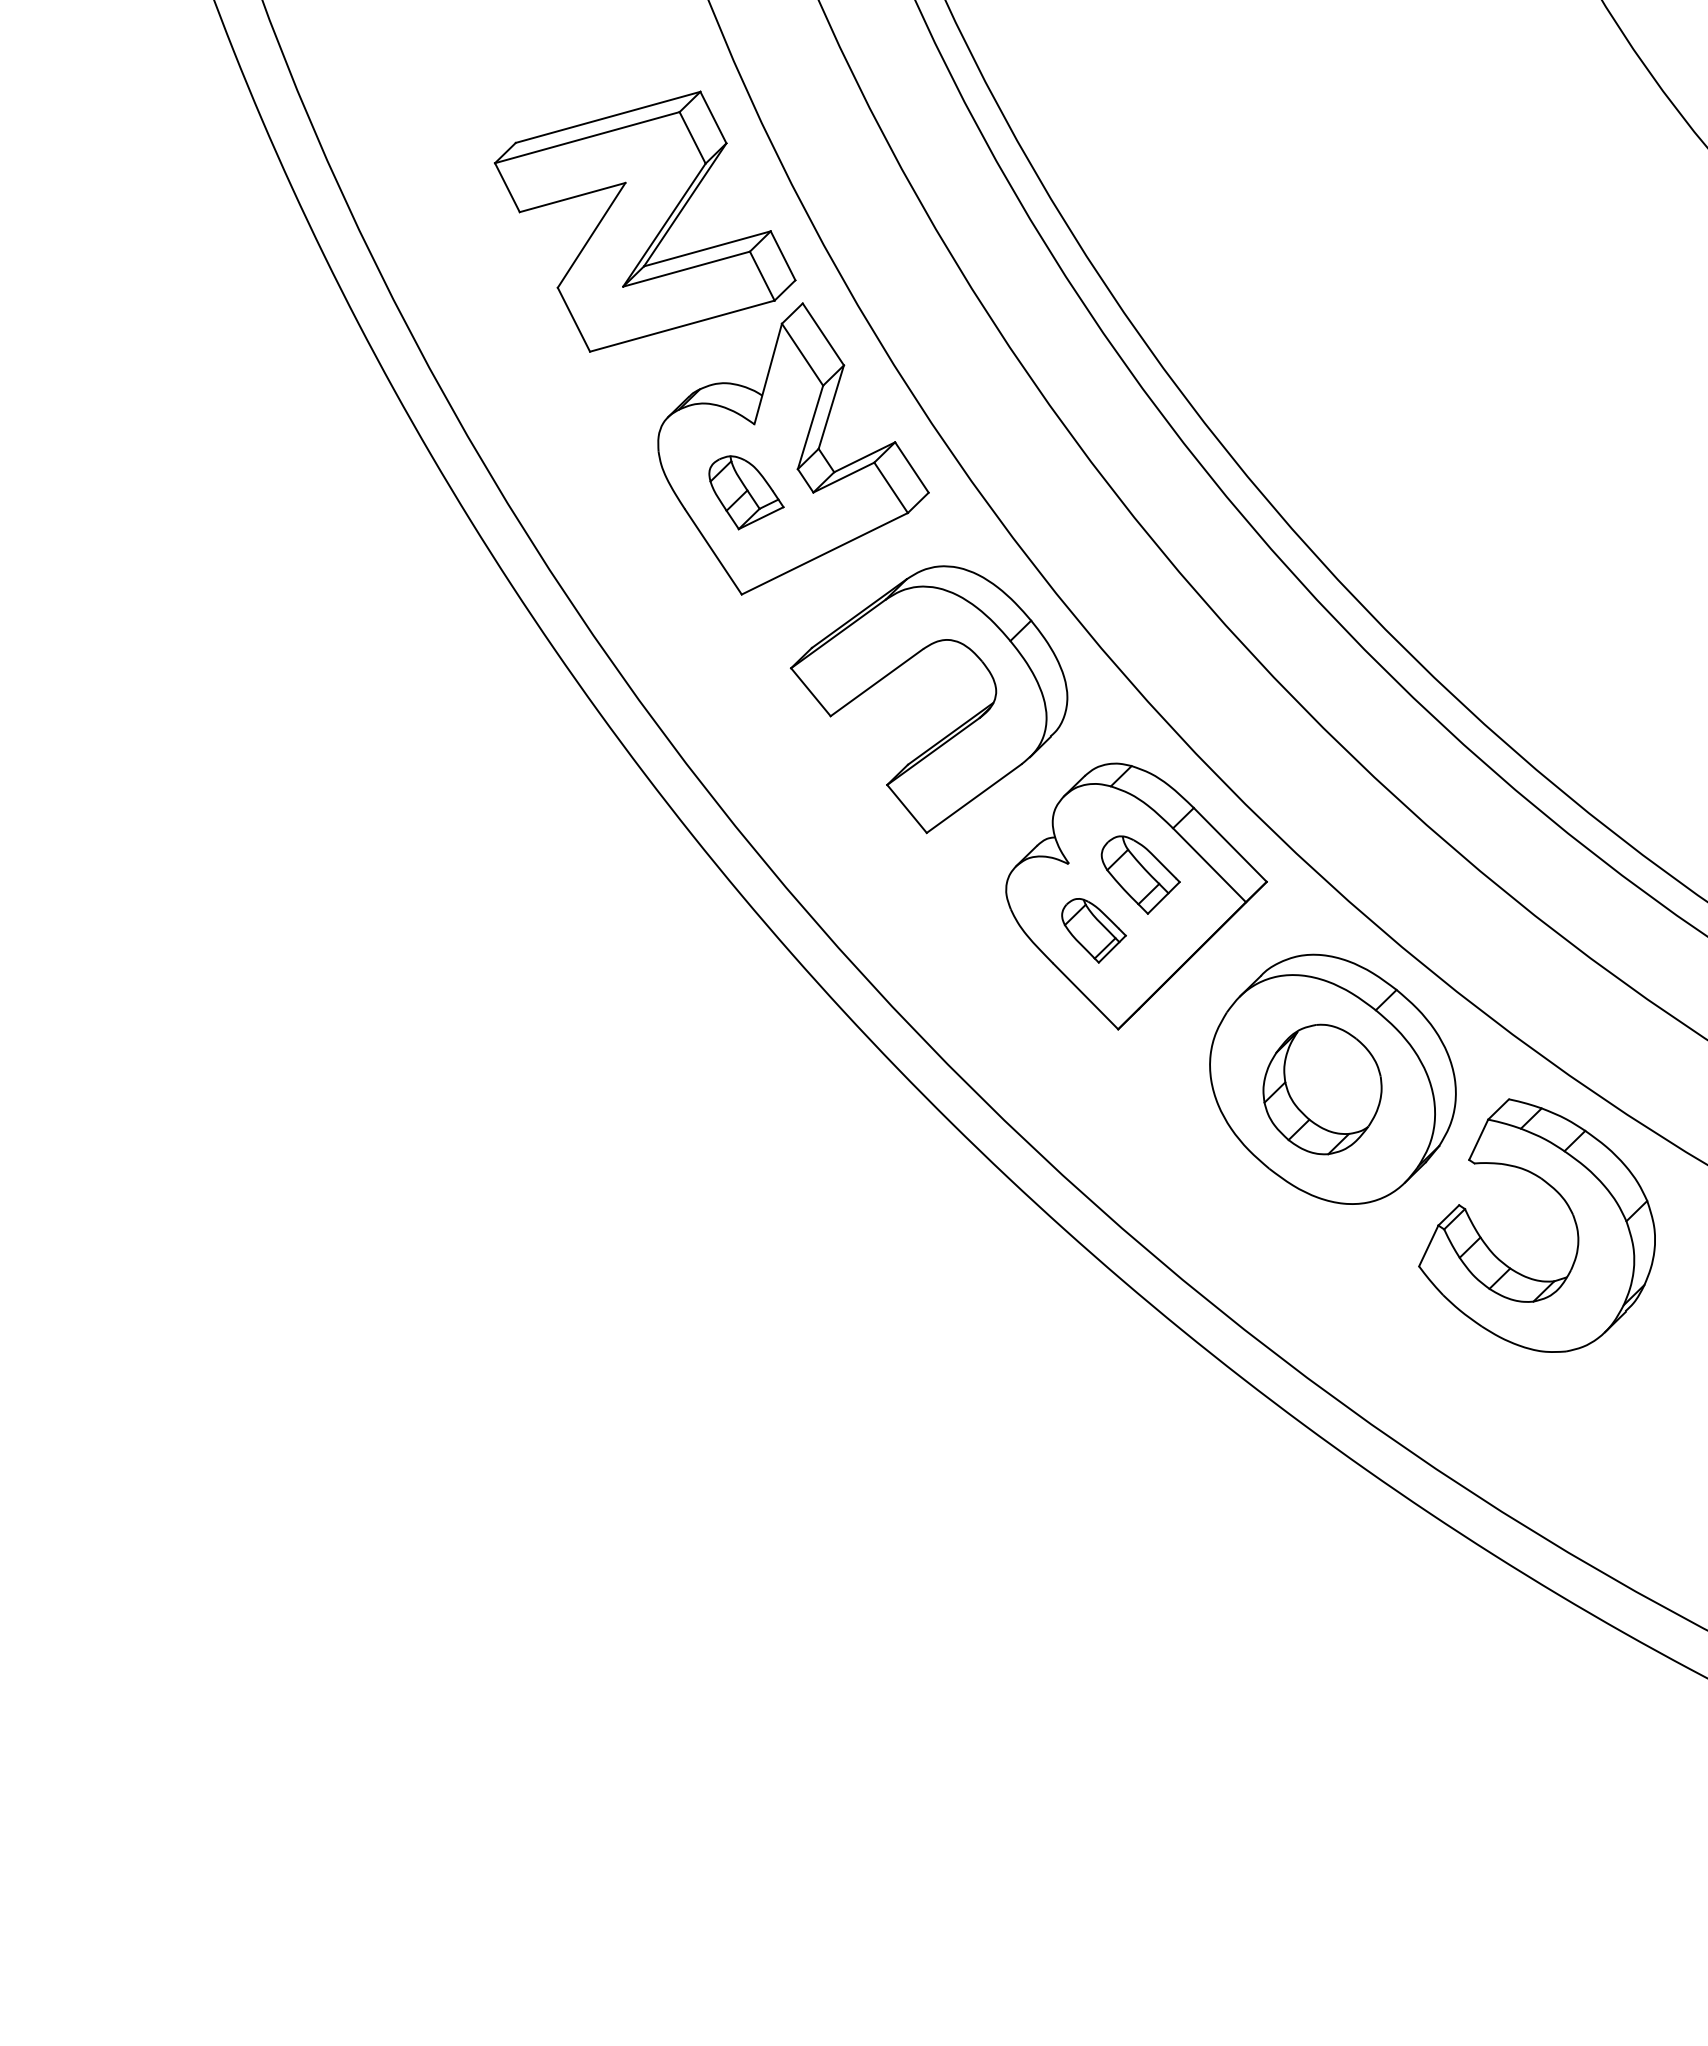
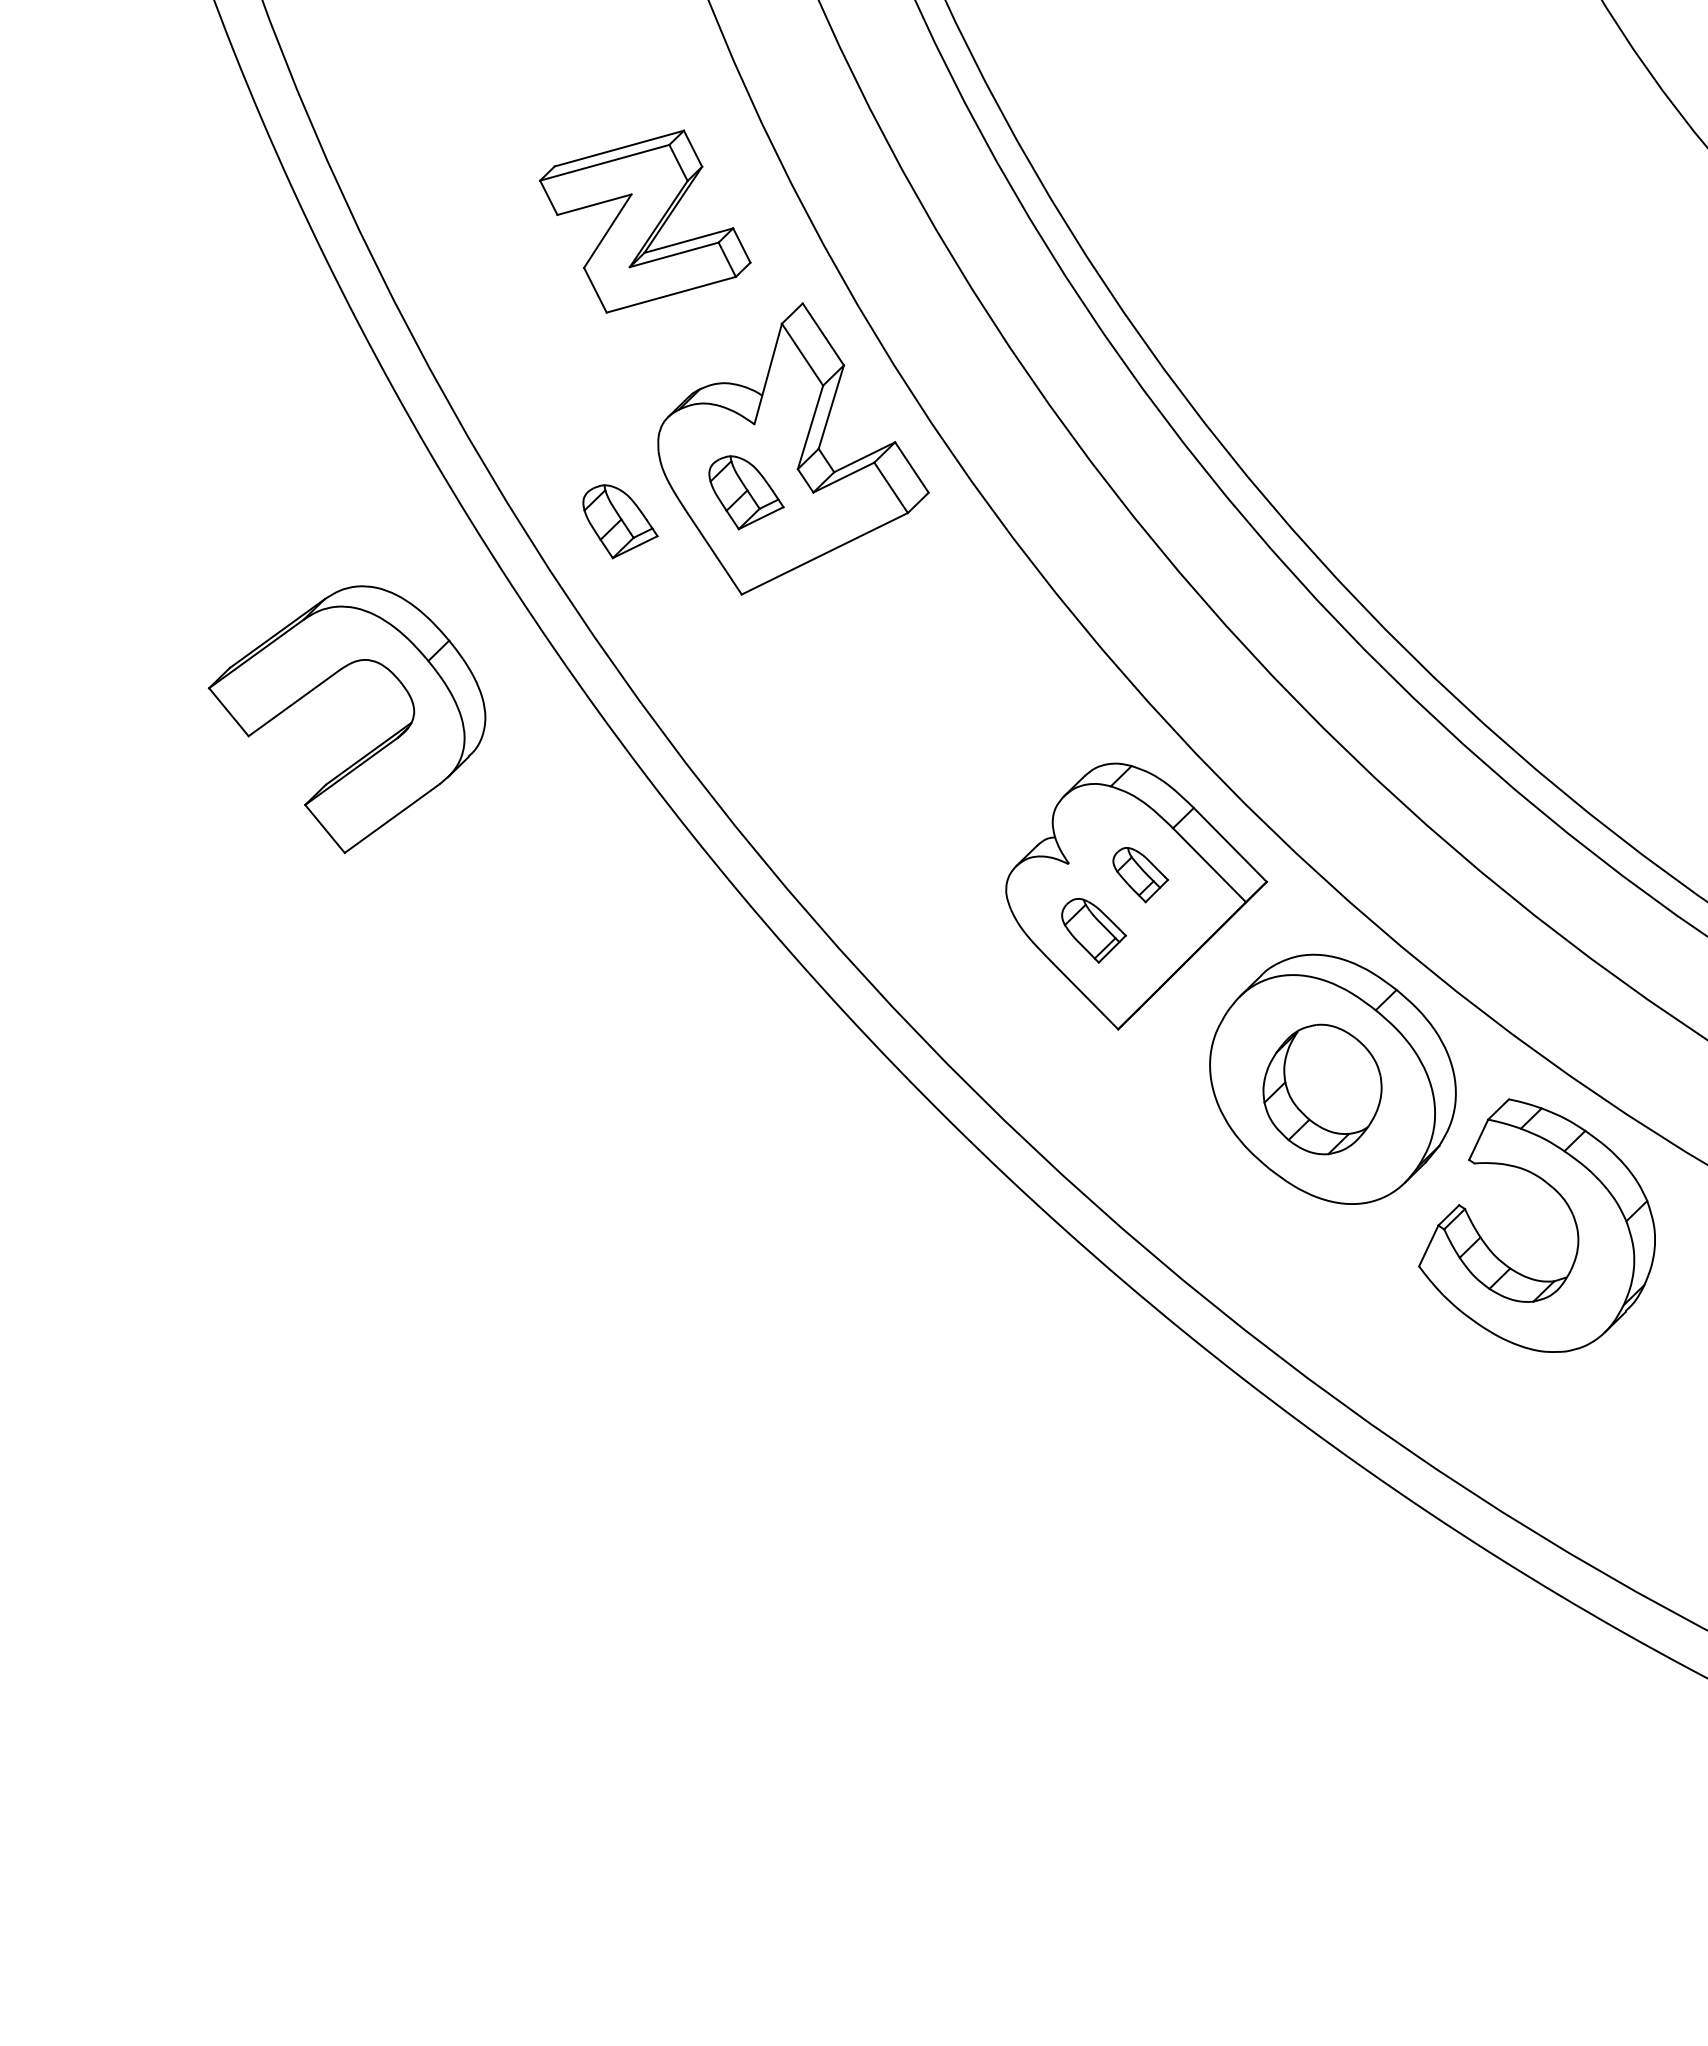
part at (645, 221) size: 303x263 px -> 213x185 px
part at (620, 521): none -> present
part at (954, 729) position: (954, 729) -> (372, 749)
part at (1140, 874) size: 81x80 px -> 57x57 px
